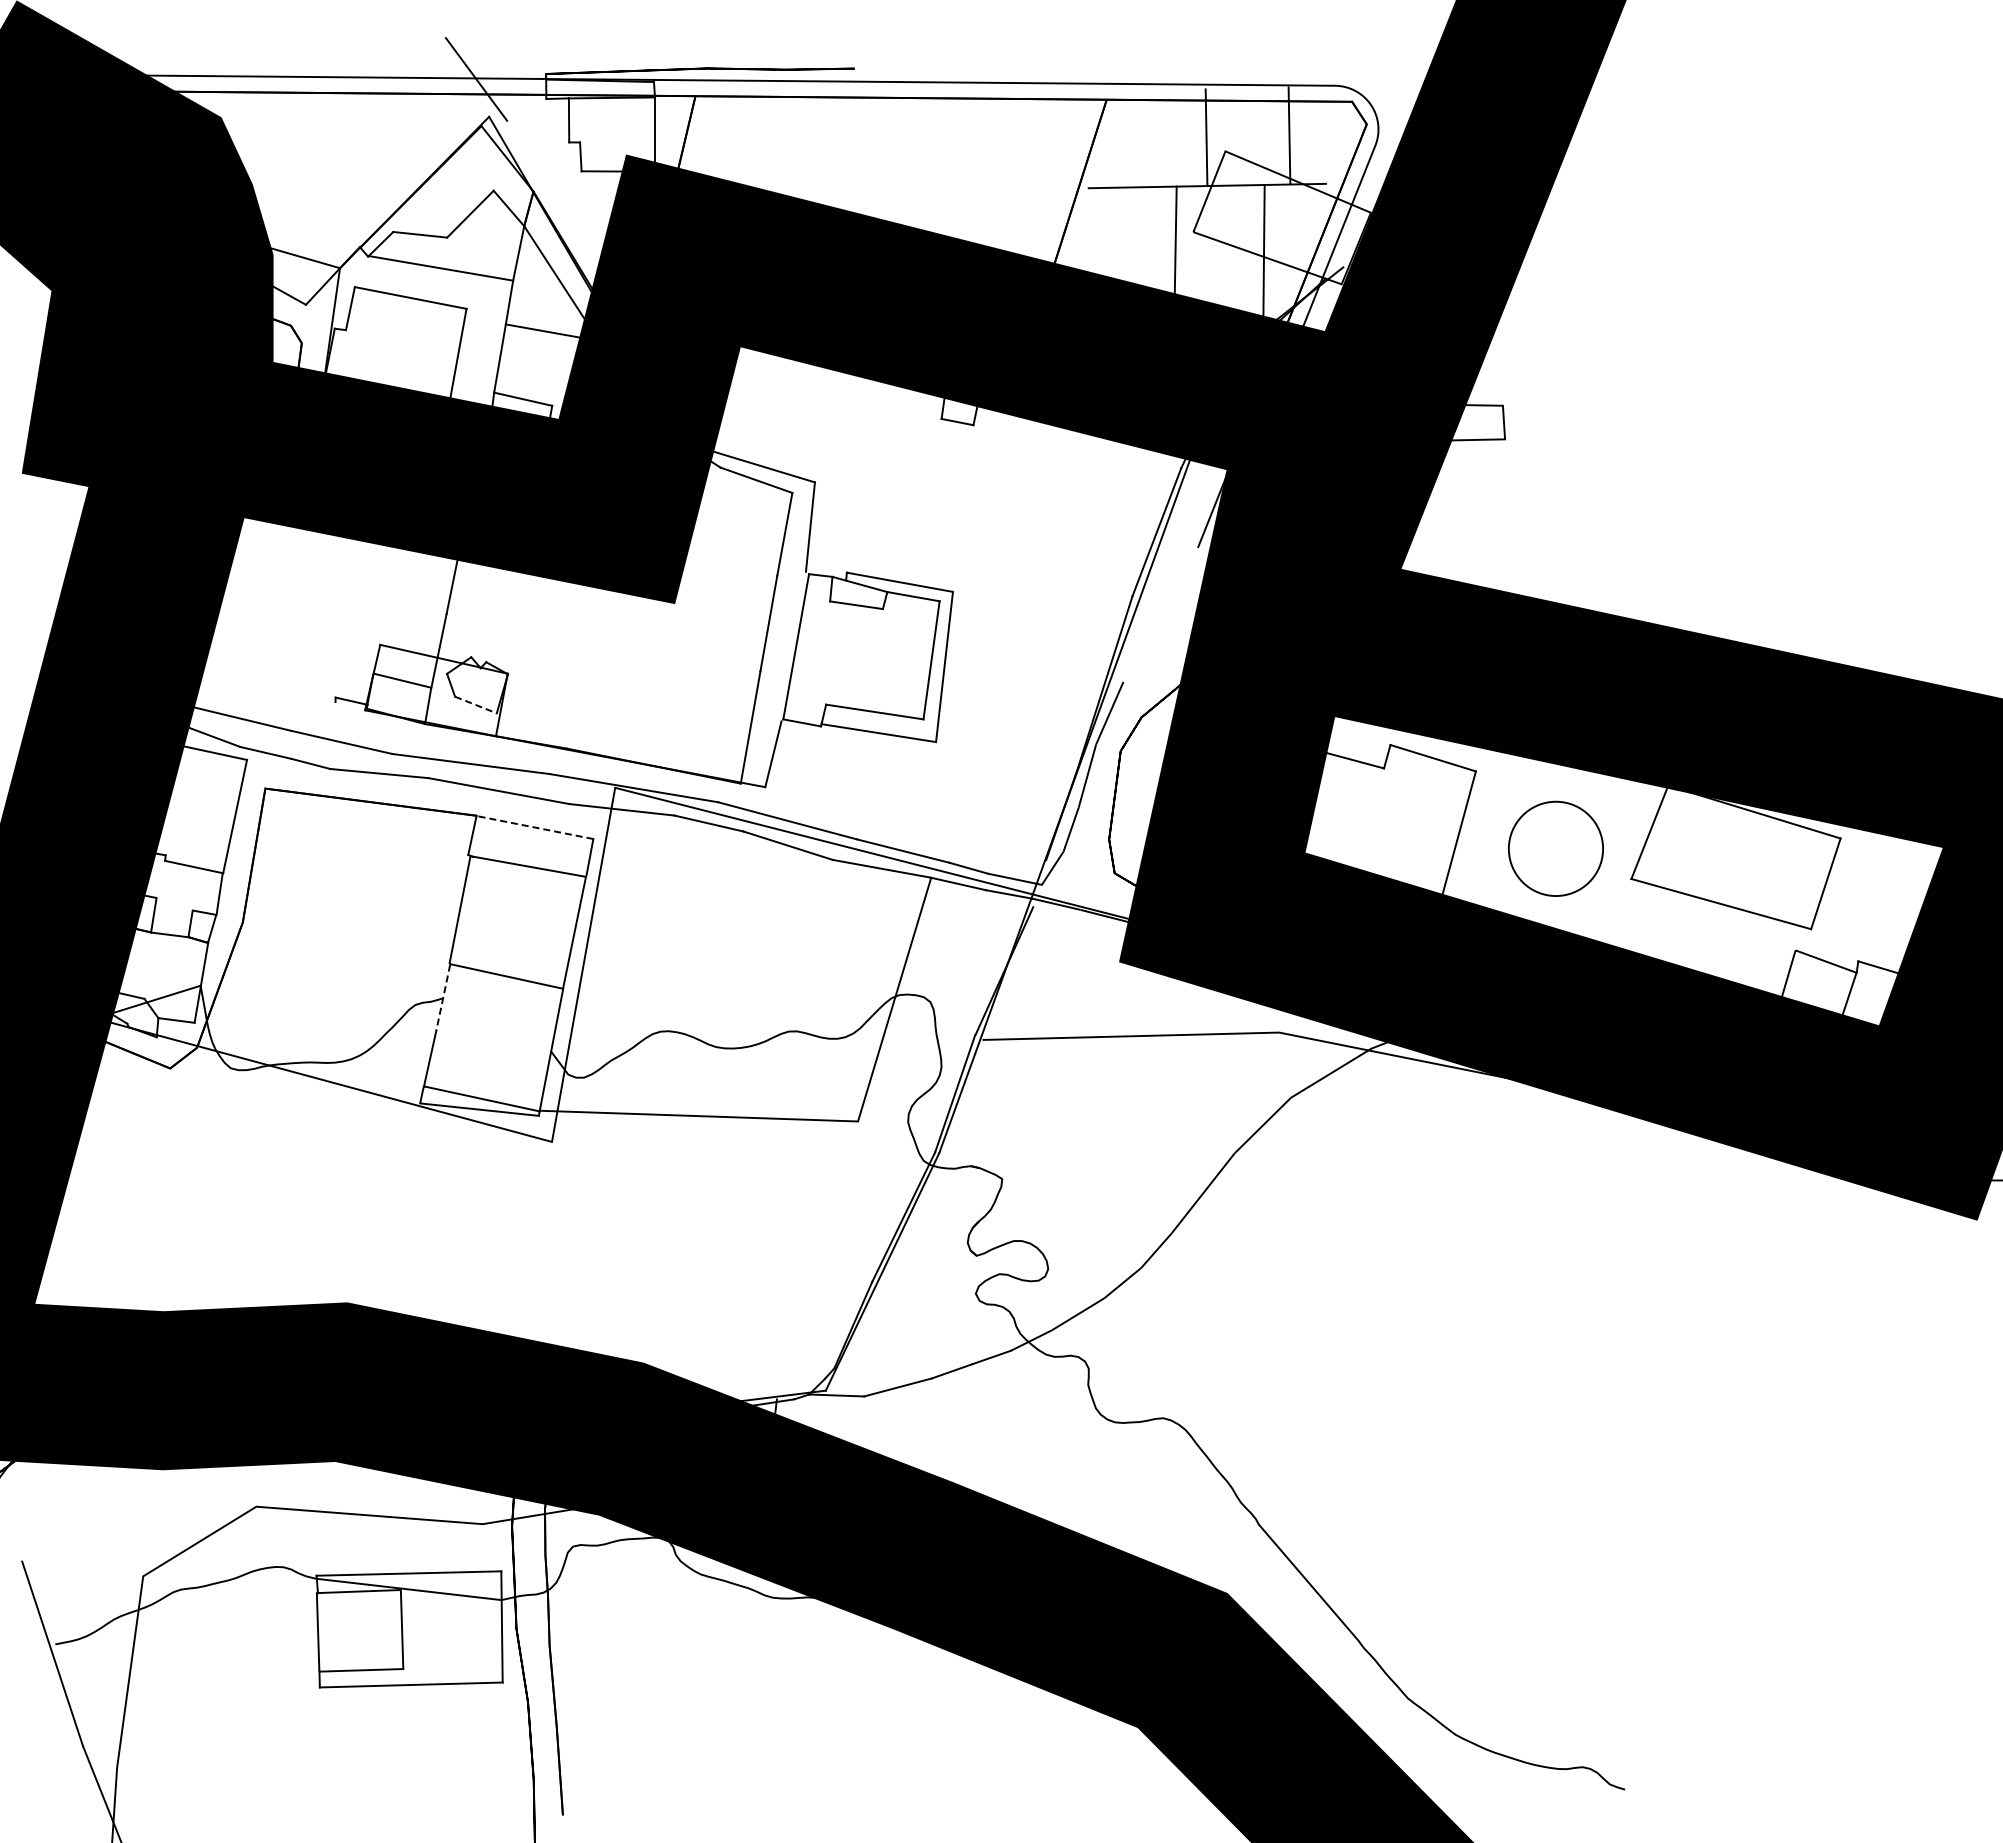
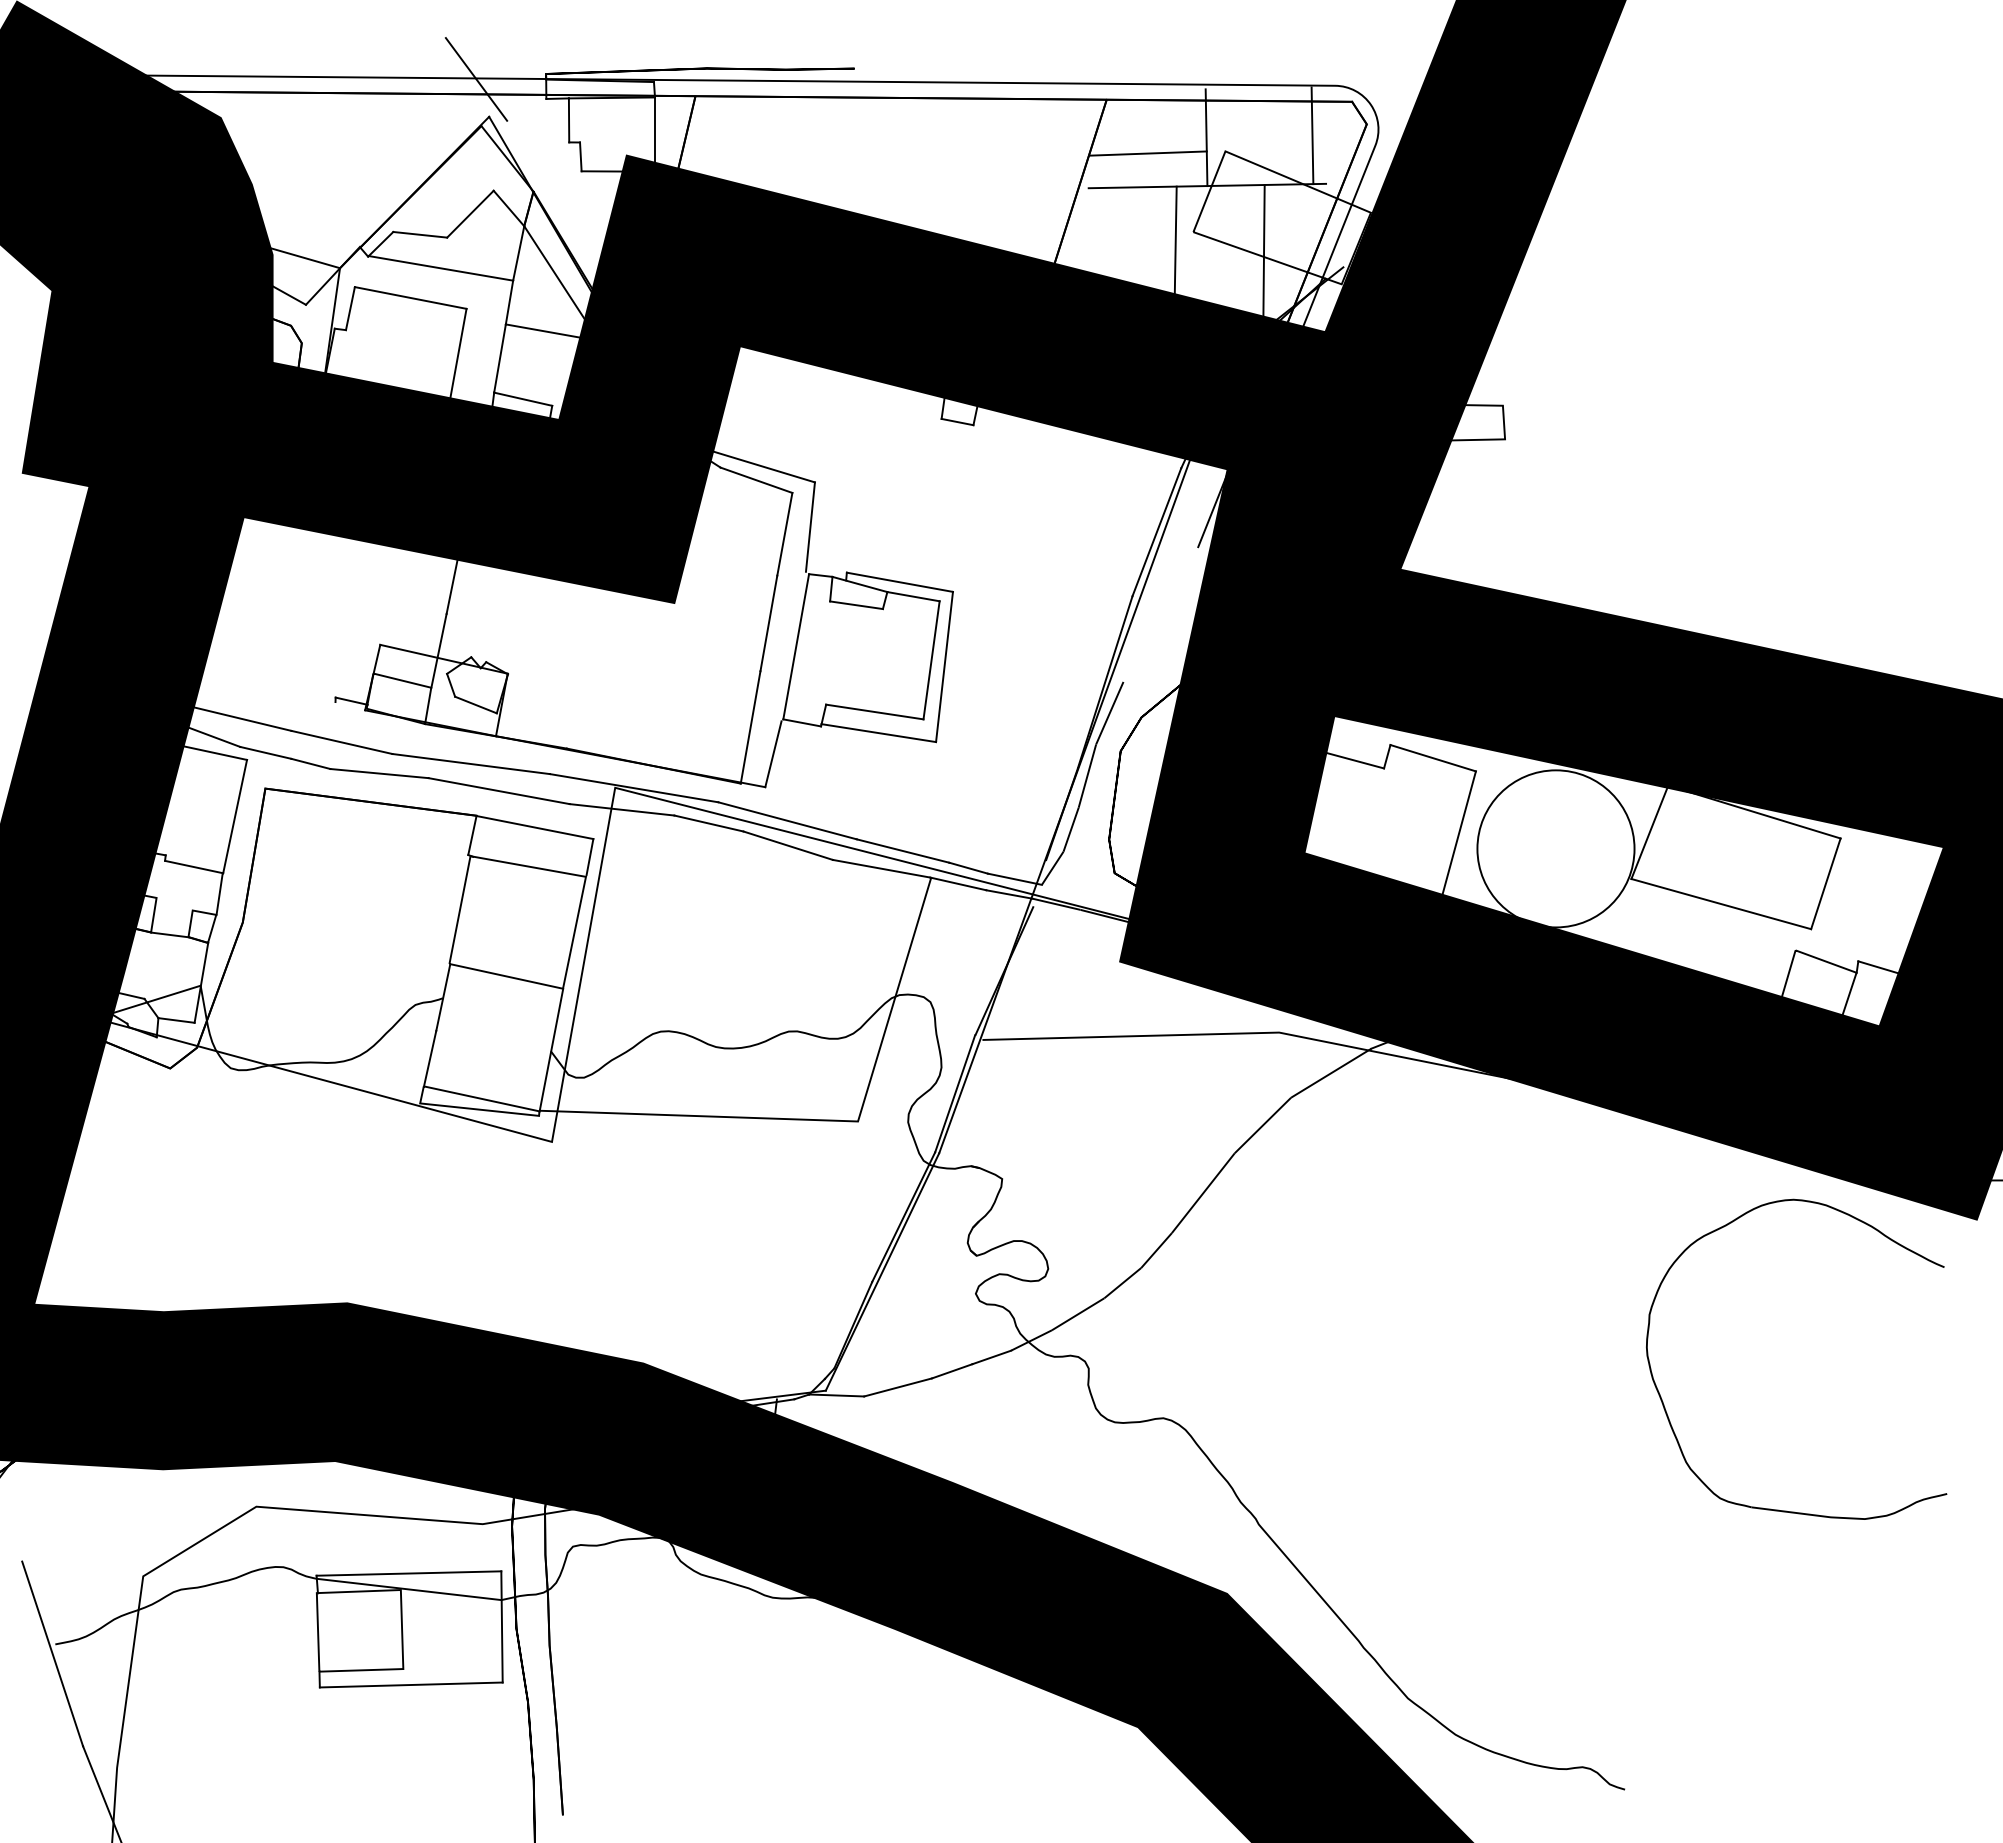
line at (1289, 135) position: (1289, 135) -> (1312, 135)
line at (1147, 153): none -> present
line at (476, 705): dashed -> solid
line at (534, 827): dashed -> solid
circle at (1555, 848) diameter: 94 px -> 157 px
line at (443, 997): dashed -> solid
part at (1663, 1401): none -> present
